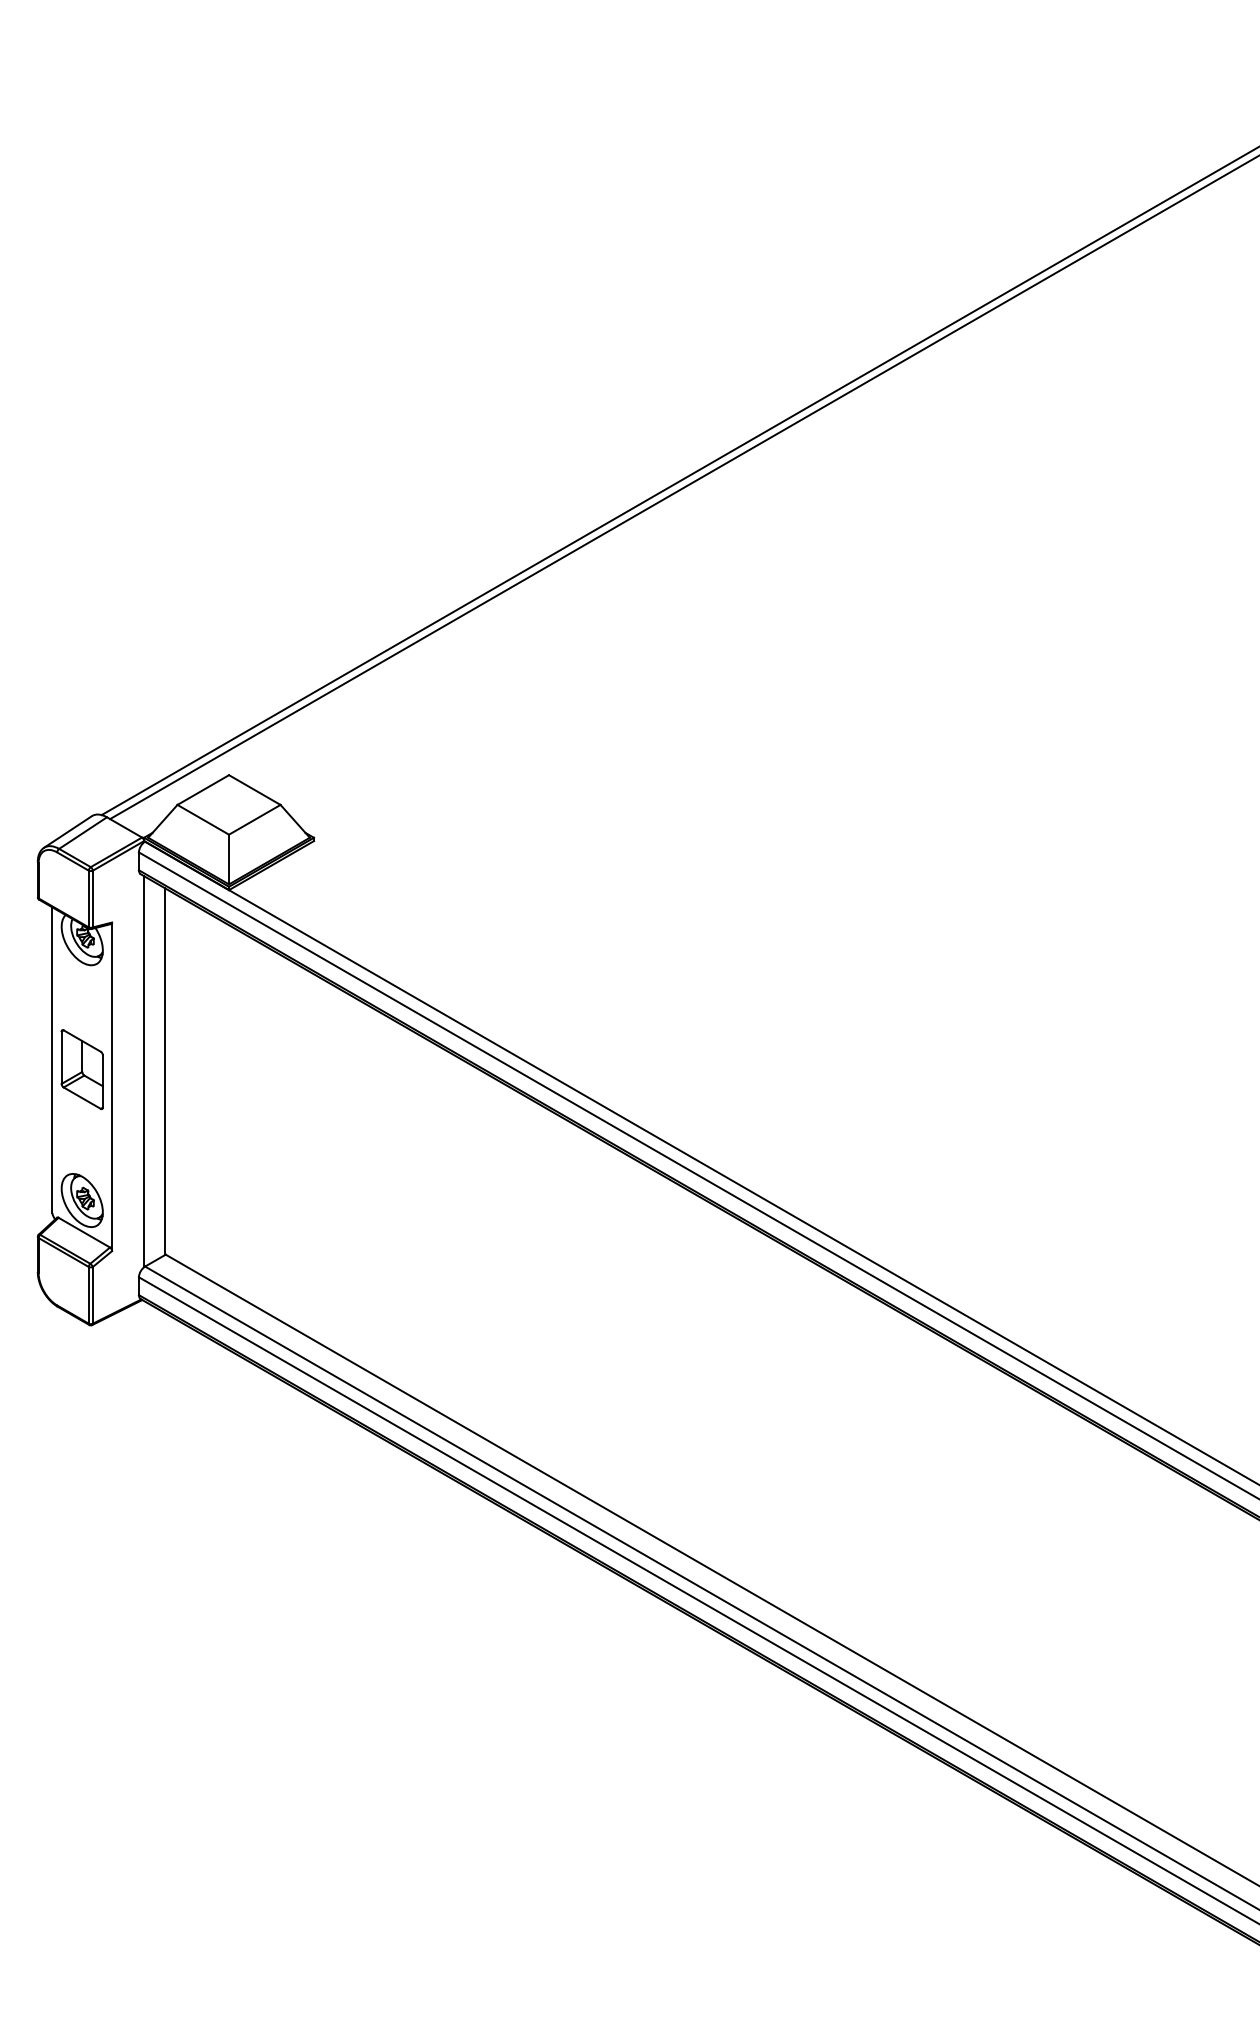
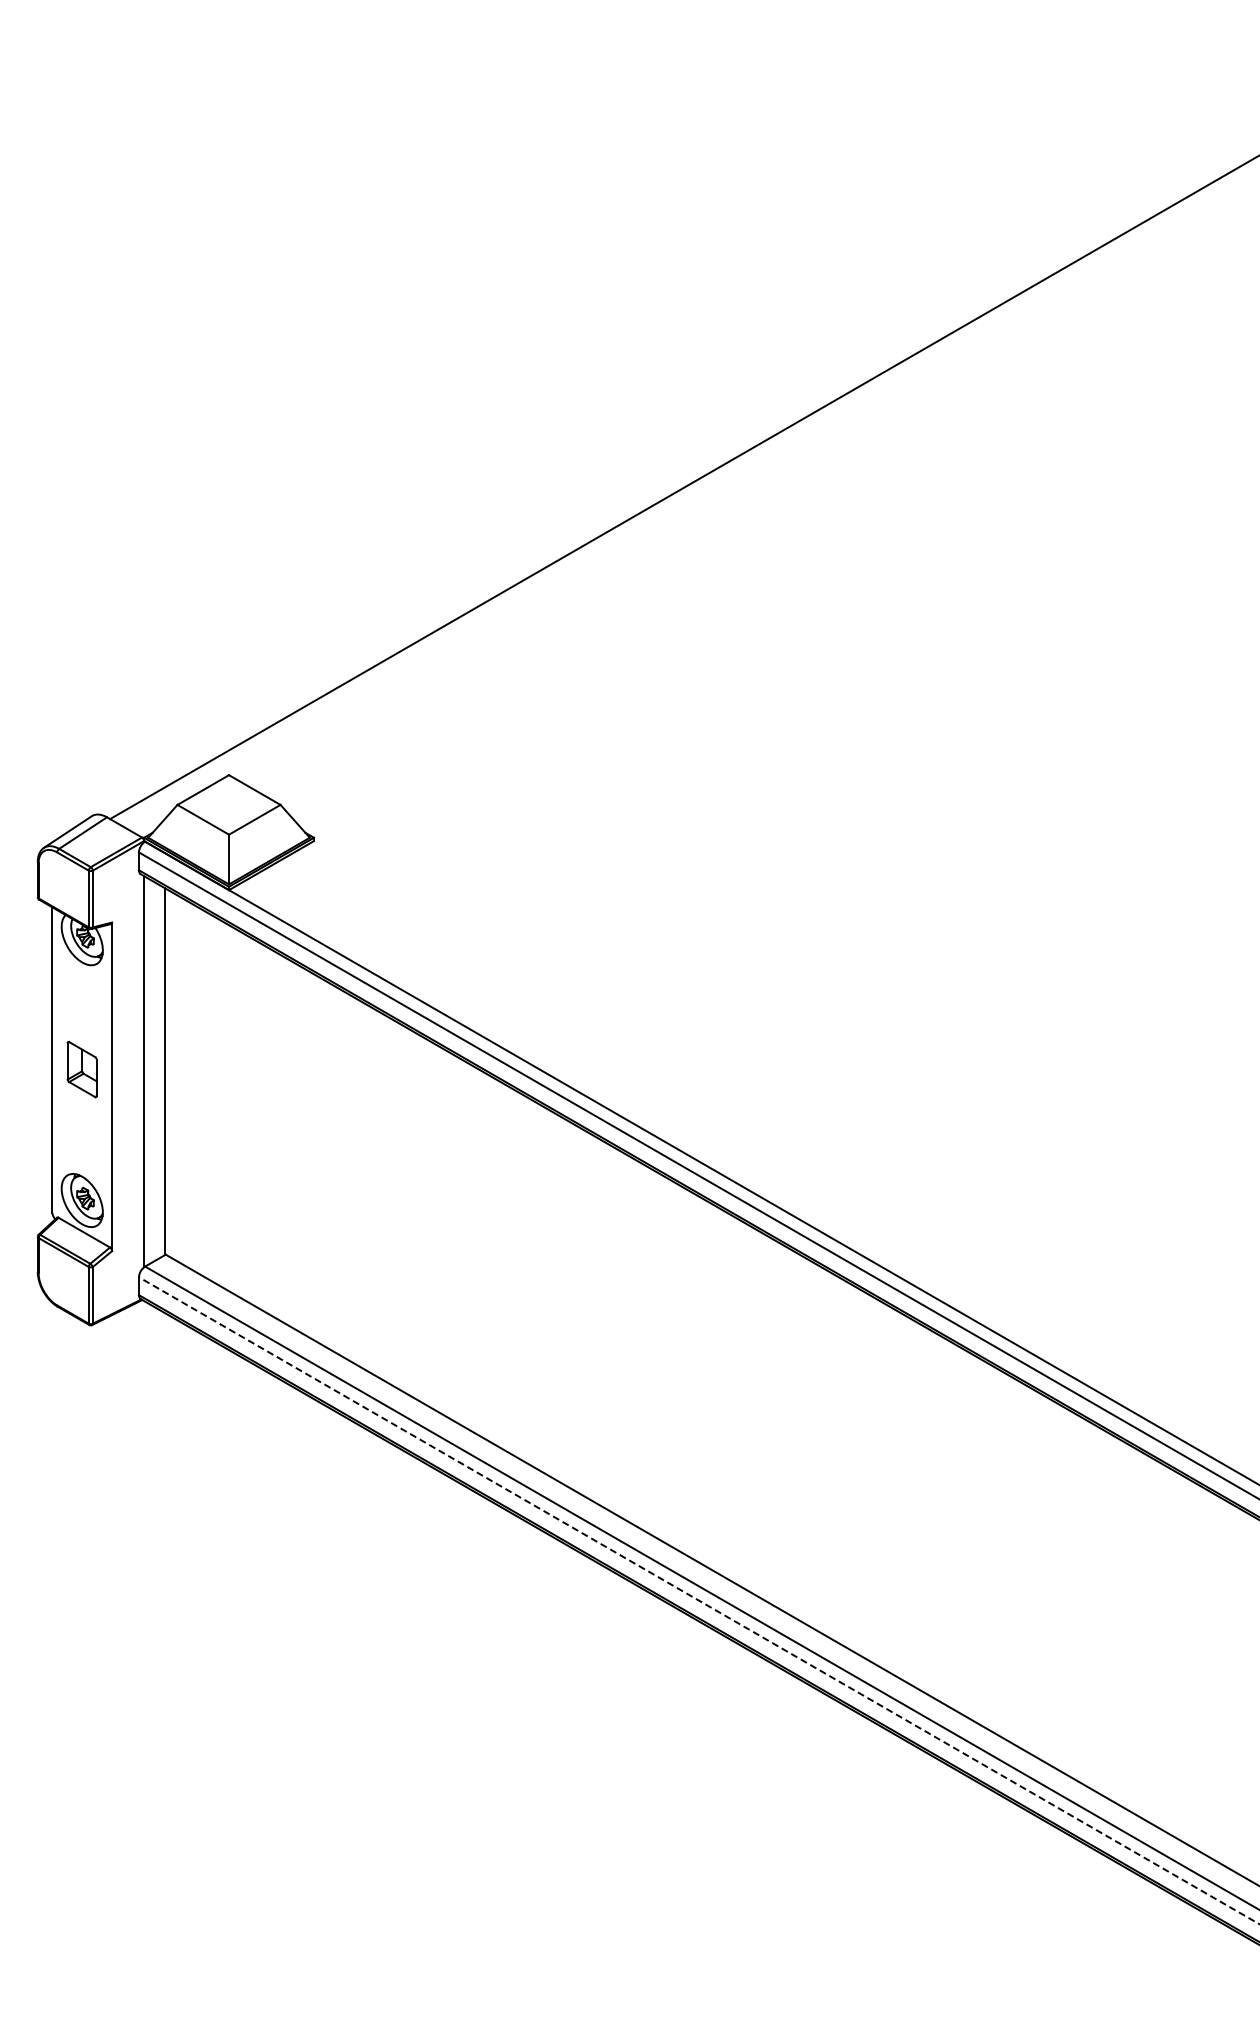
line at (678, 481): present -> none
part at (81, 1069) size: 44x81 px -> 32x59 px
line at (698, 1600): solid -> dashed
